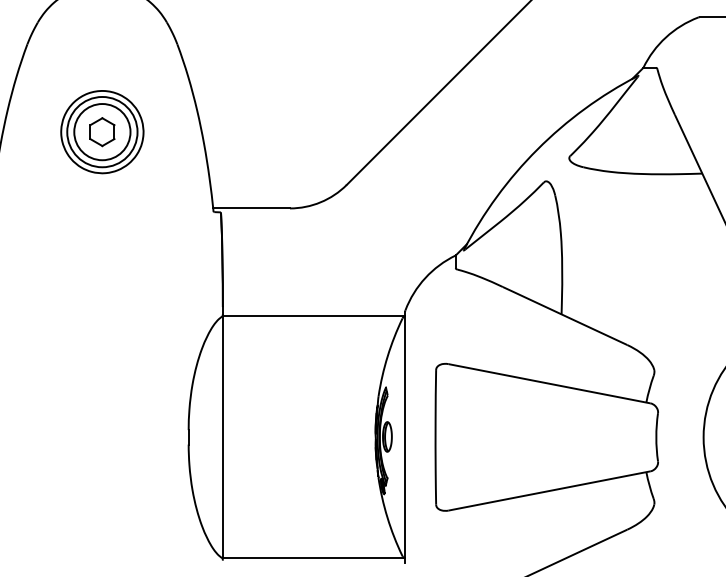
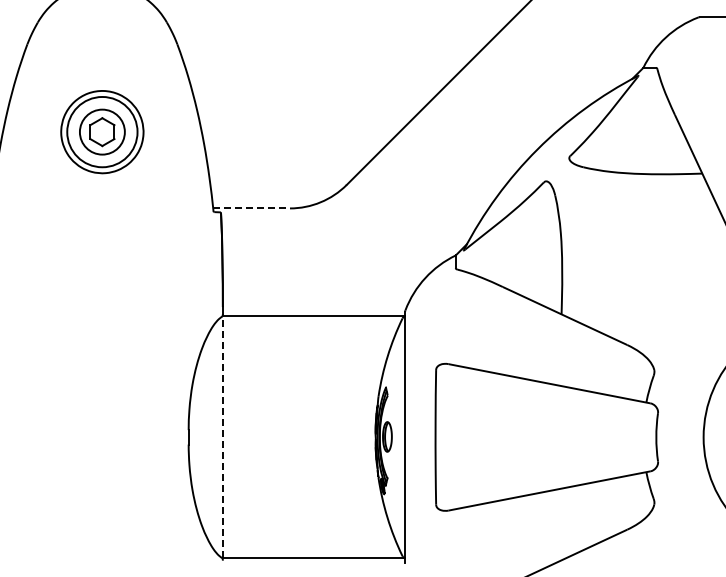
circle at (102, 132) diameter: 56 px -> 45 px
line at (252, 208): solid -> dashed
line at (222, 437): solid -> dashed
